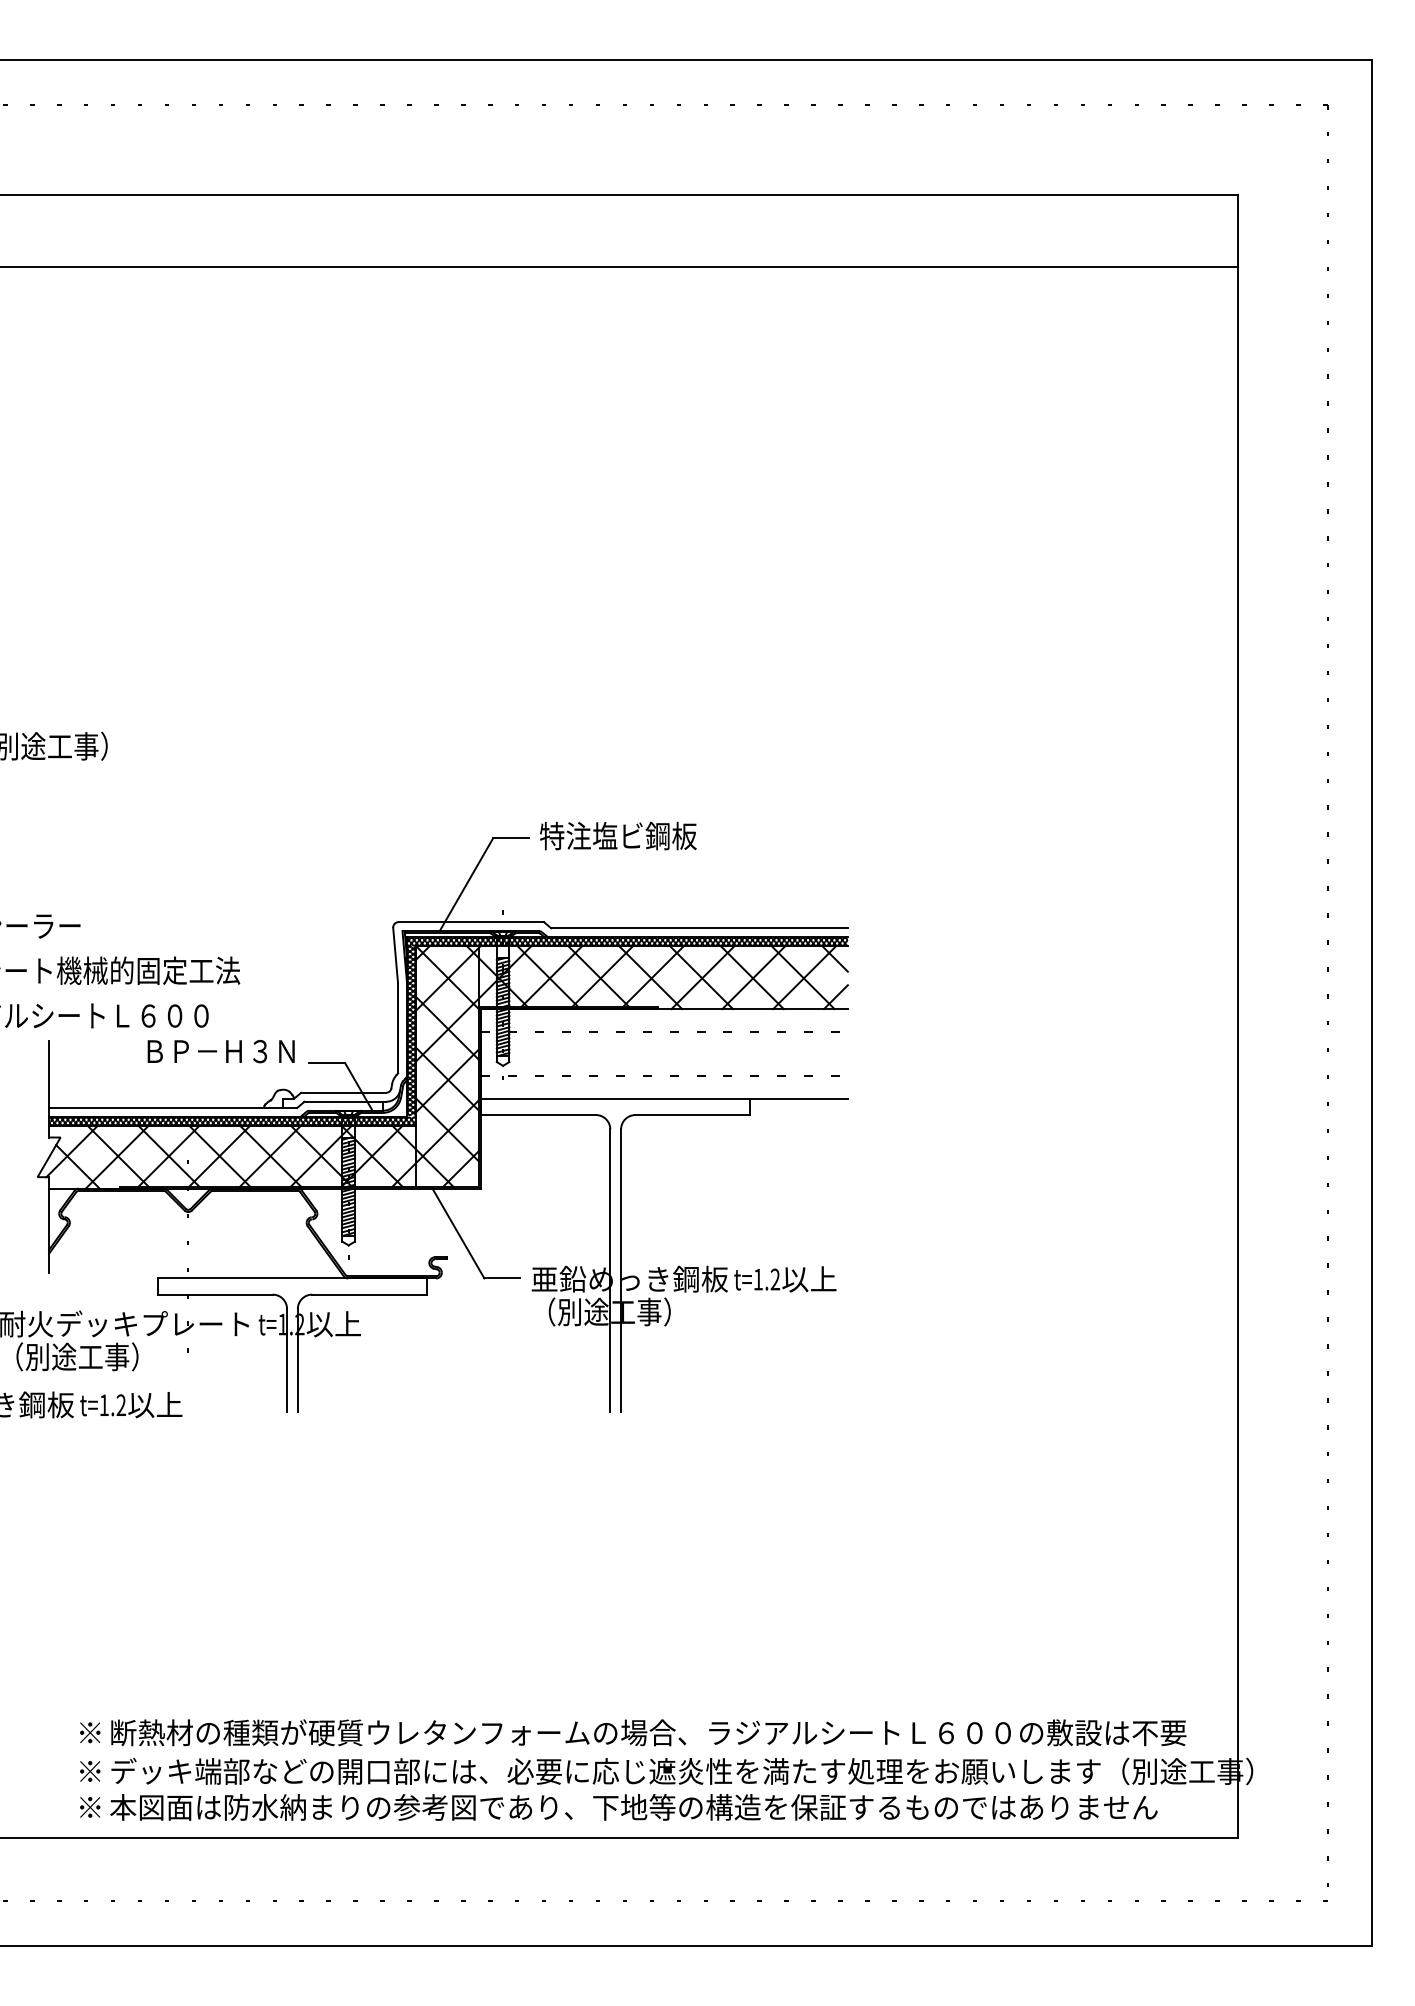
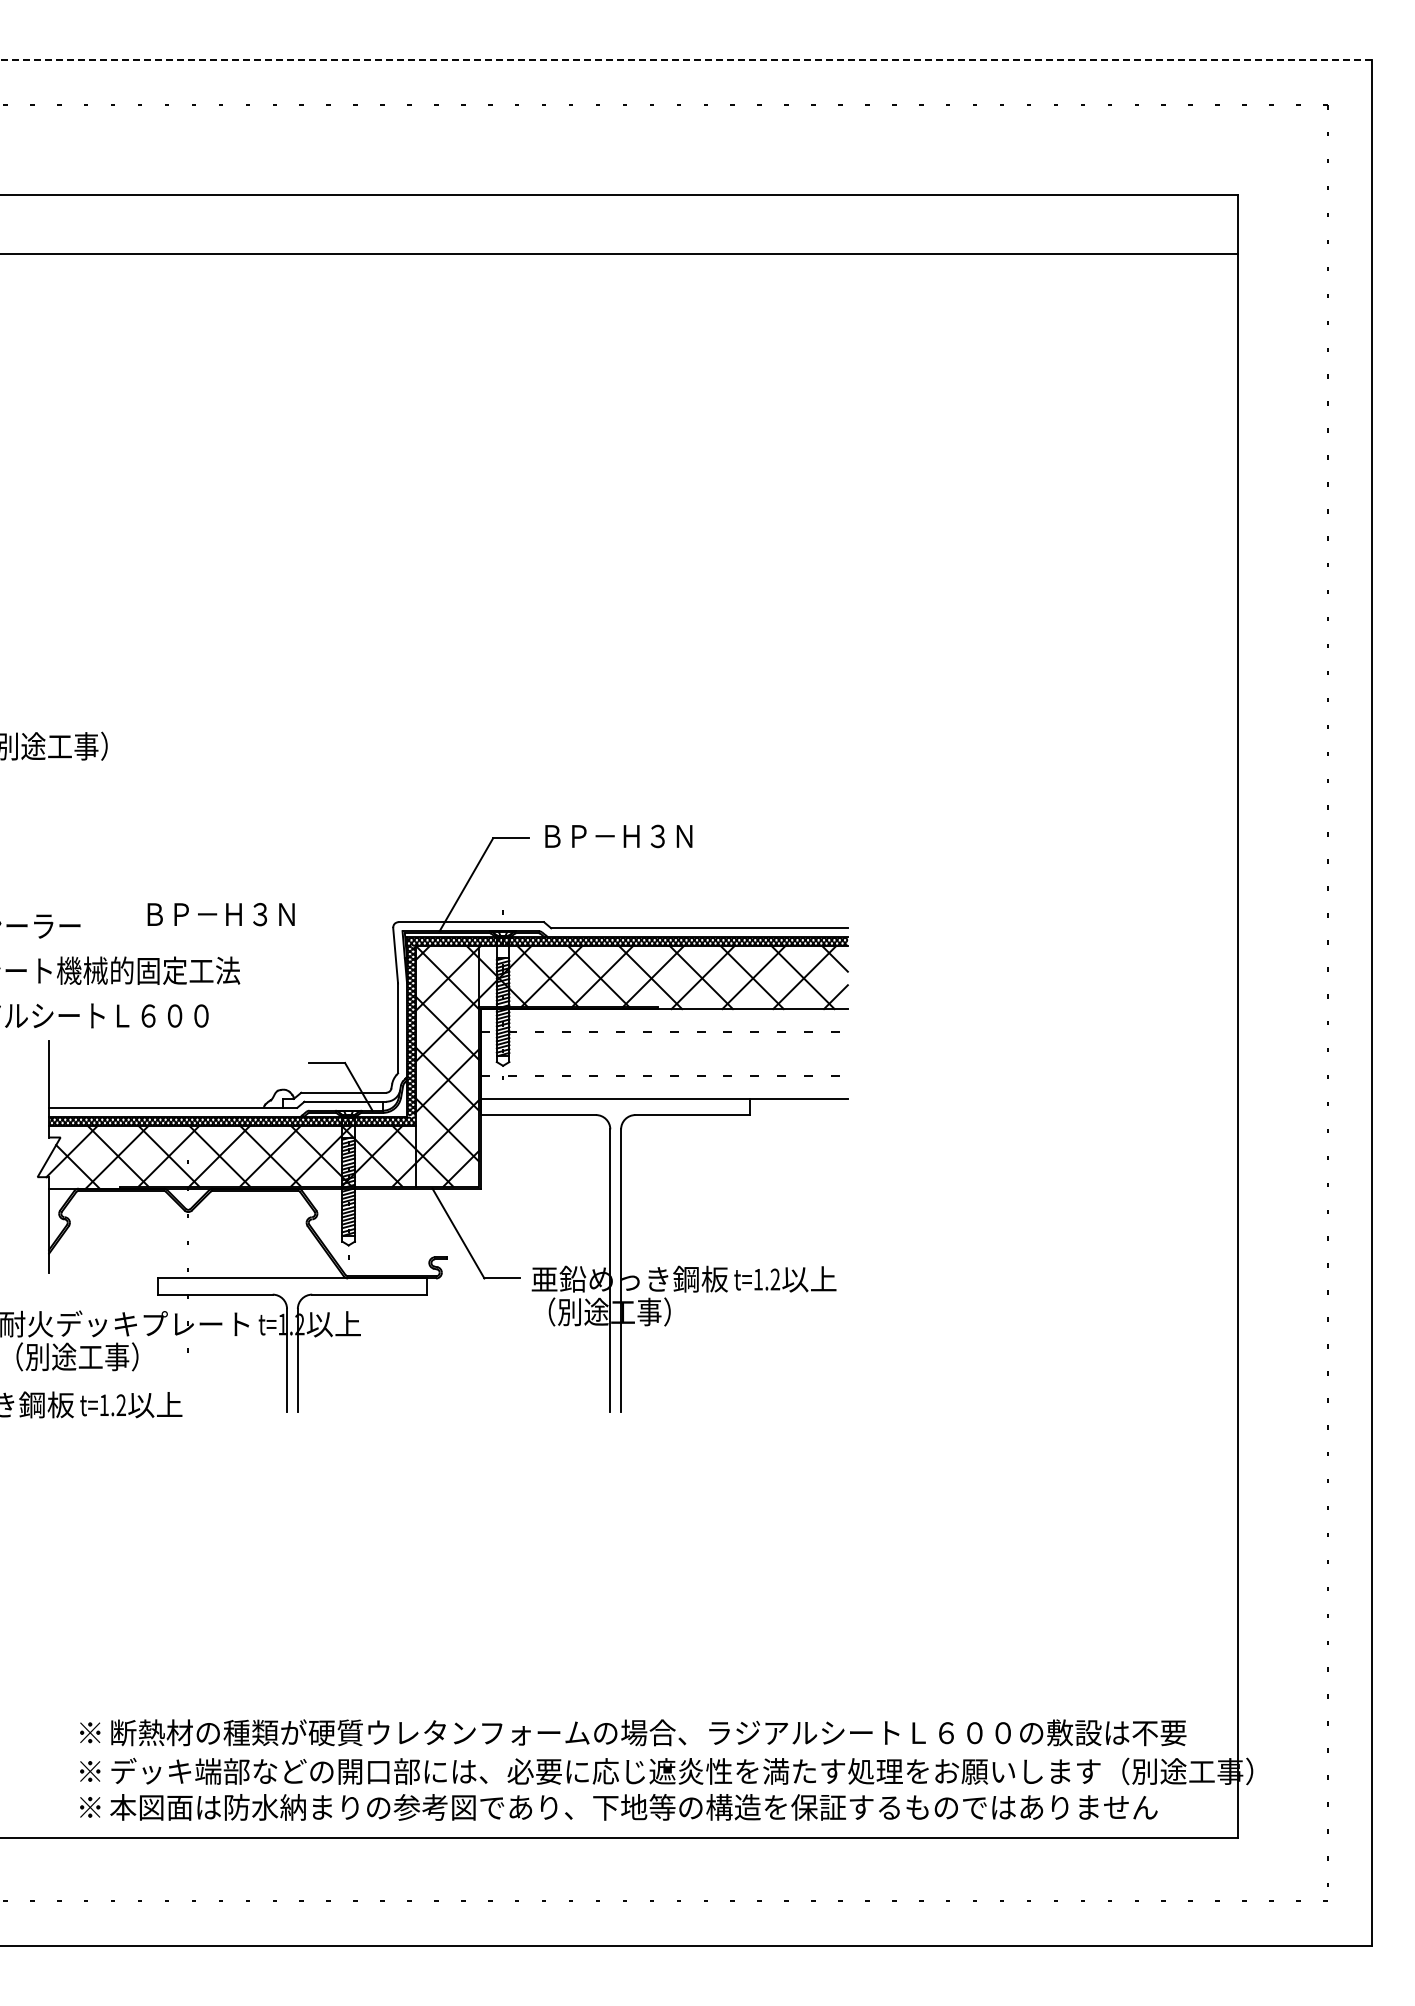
line at (686, 60): solid -> dashed
line at (619, 266) position: (619, 266) -> (619, 253)
text at (618, 835): 特注塩ビ鋼板 -> ＢＰ－Ｈ３Ｎ
text at (220, 1051) position: (220, 1051) -> (220, 914)
